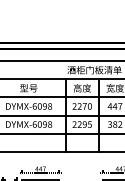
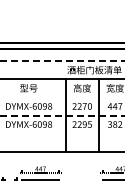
line at (62, 61): solid -> dashed
line at (61, 97): present -> none
line at (62, 115): solid -> dashed
line at (61, 133): present -> none
